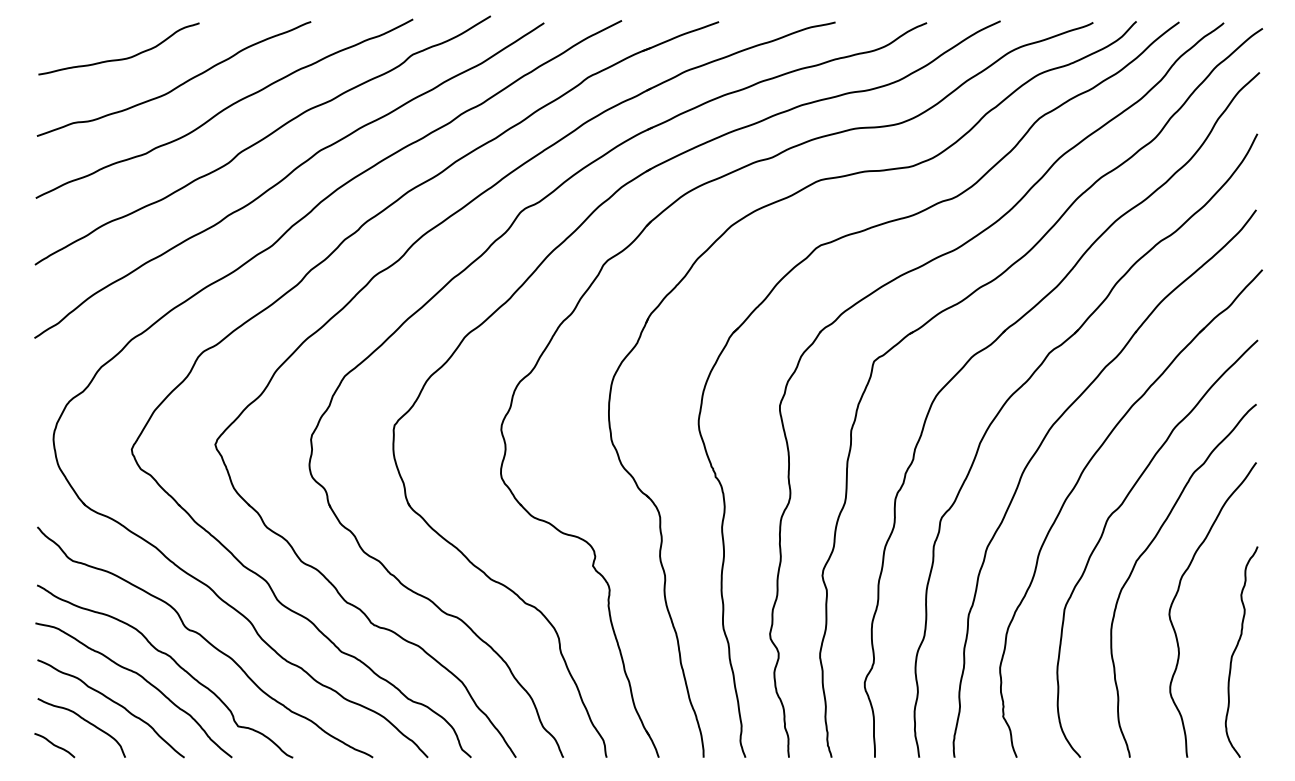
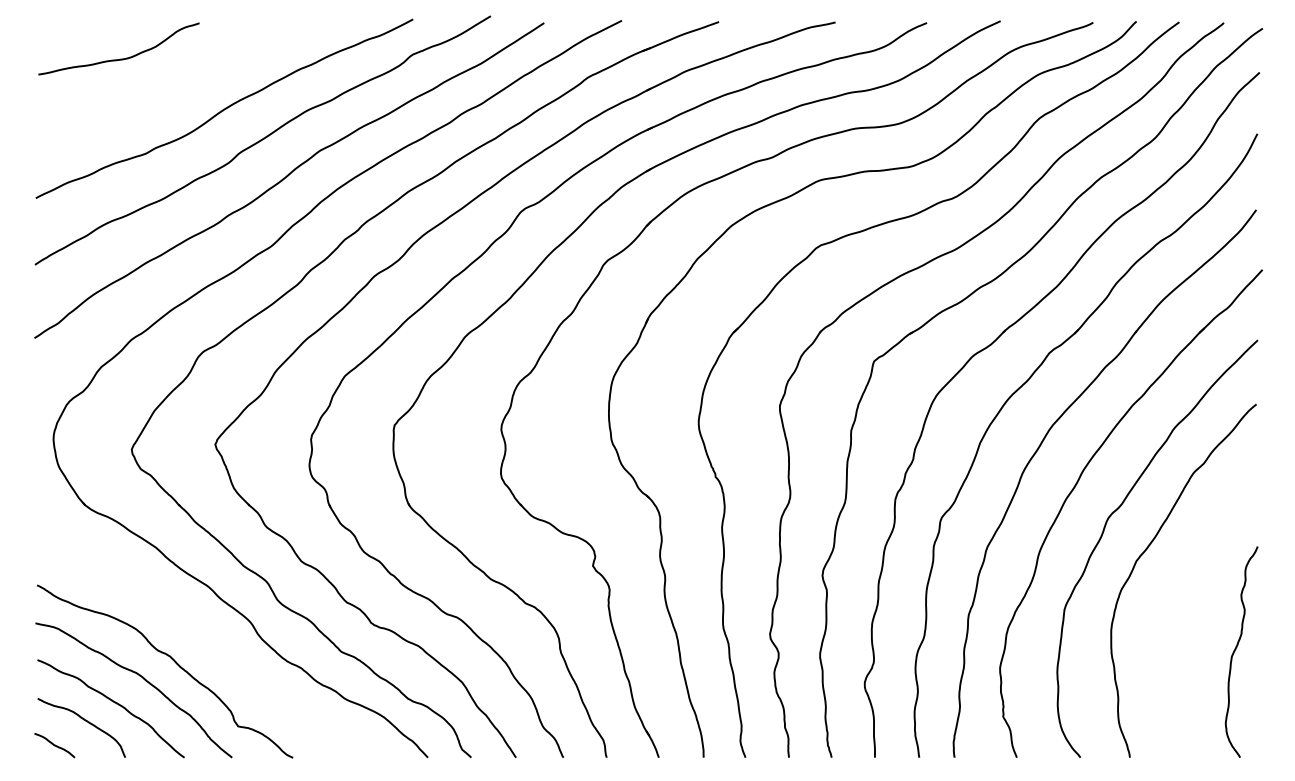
curve at (179, 84): present -> none
curve at (1178, 592): present -> none
curve at (206, 641): present -> none
